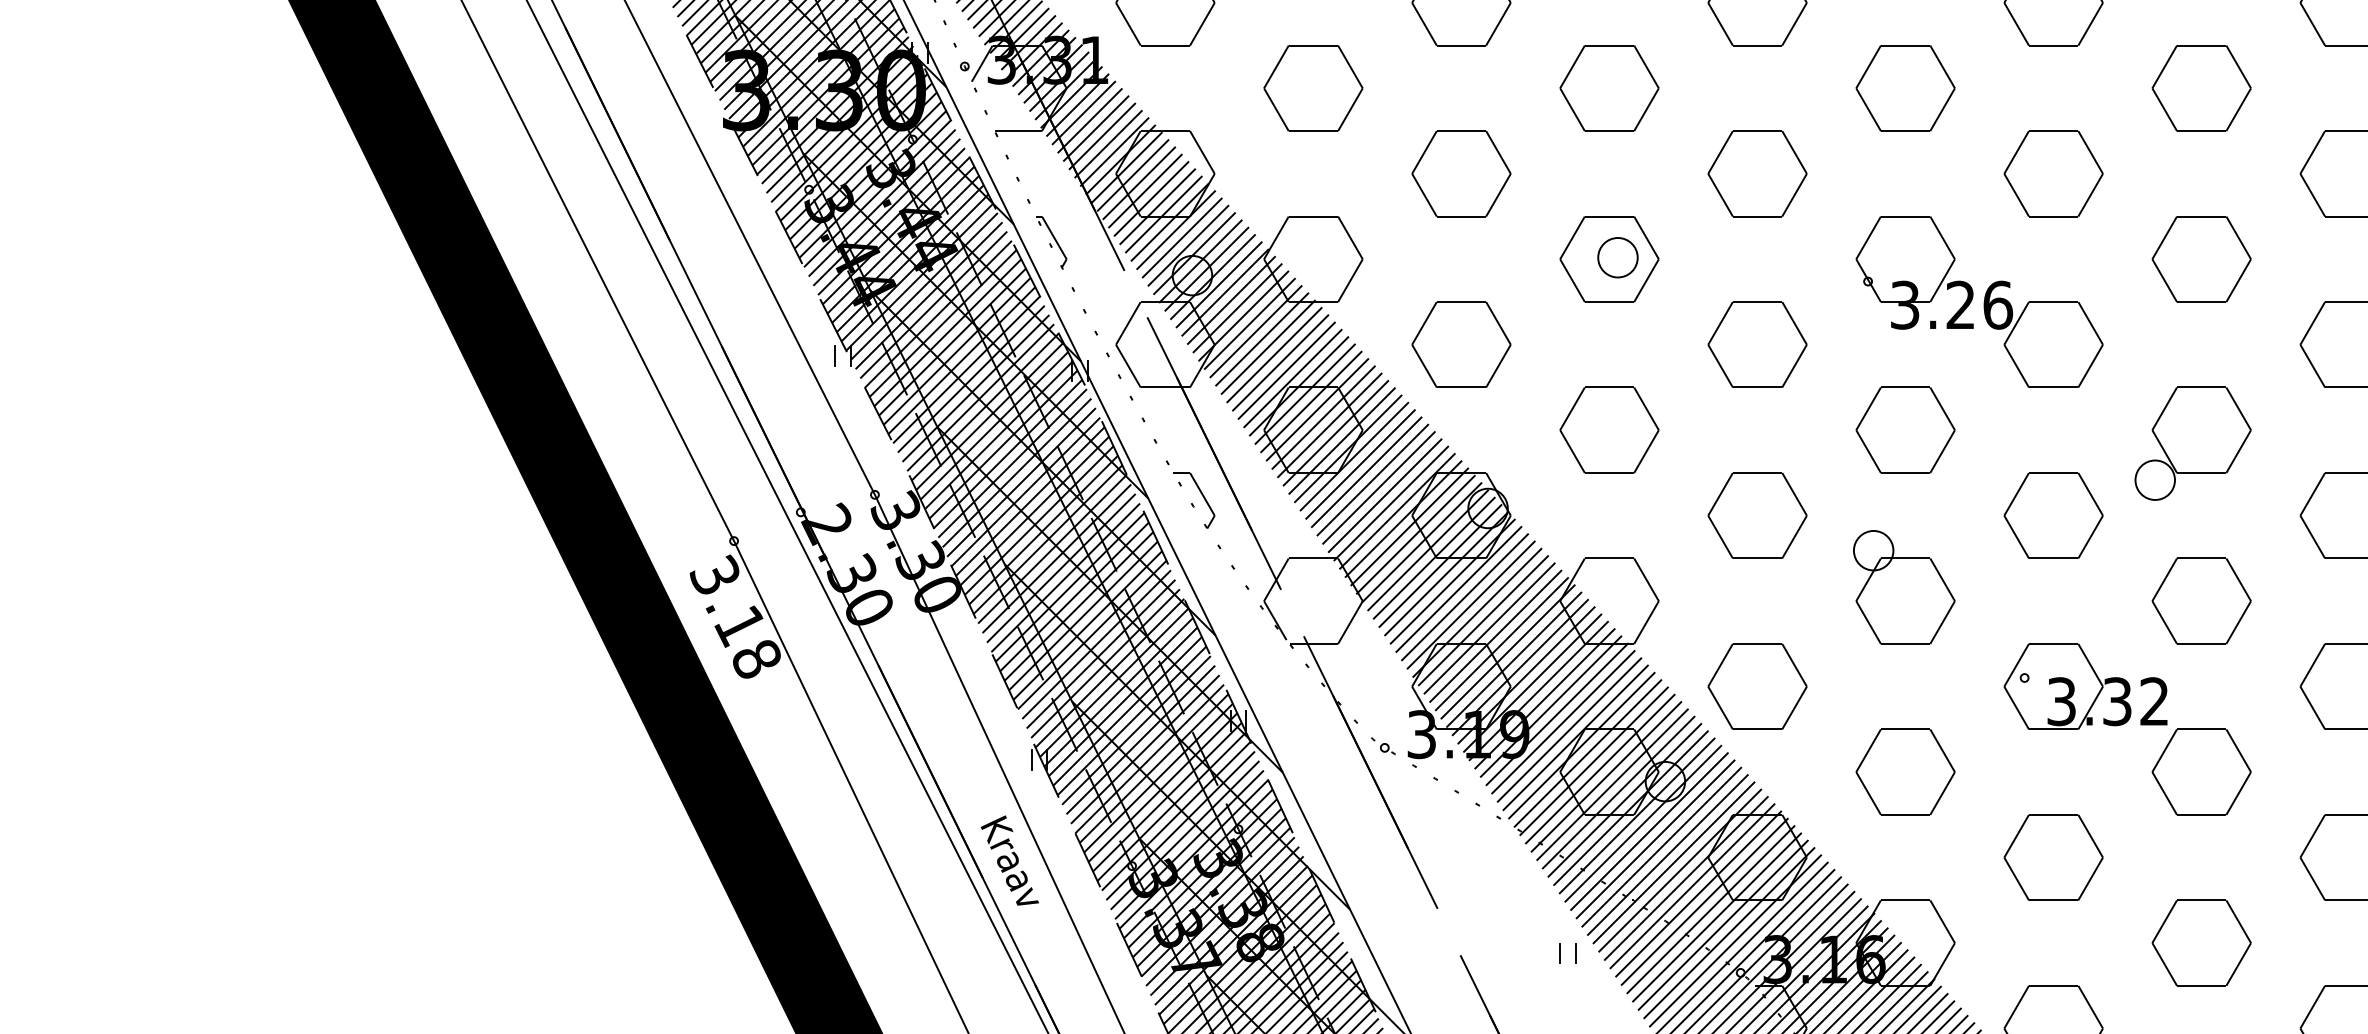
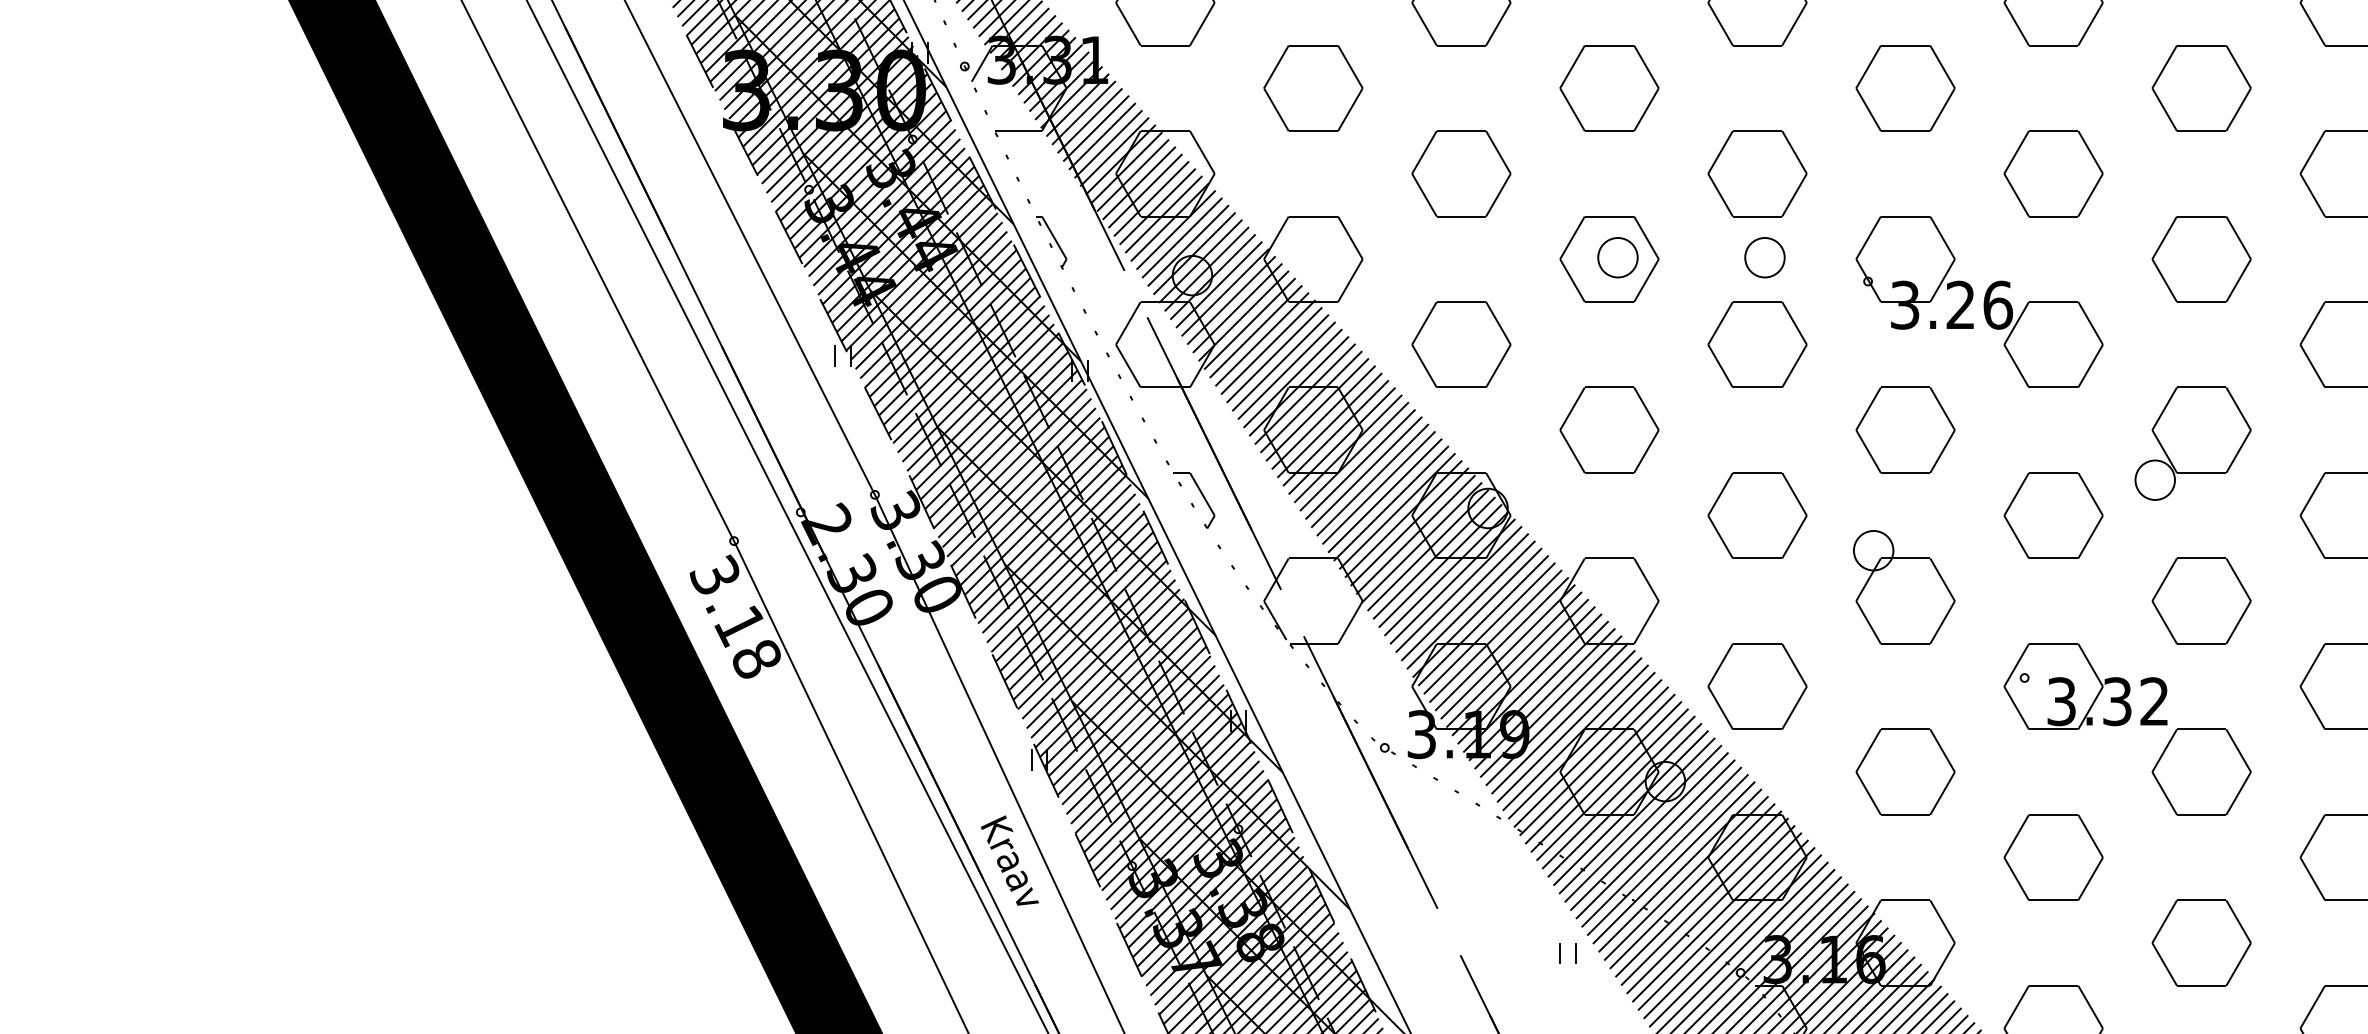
part at (1764, 257): none -> present
